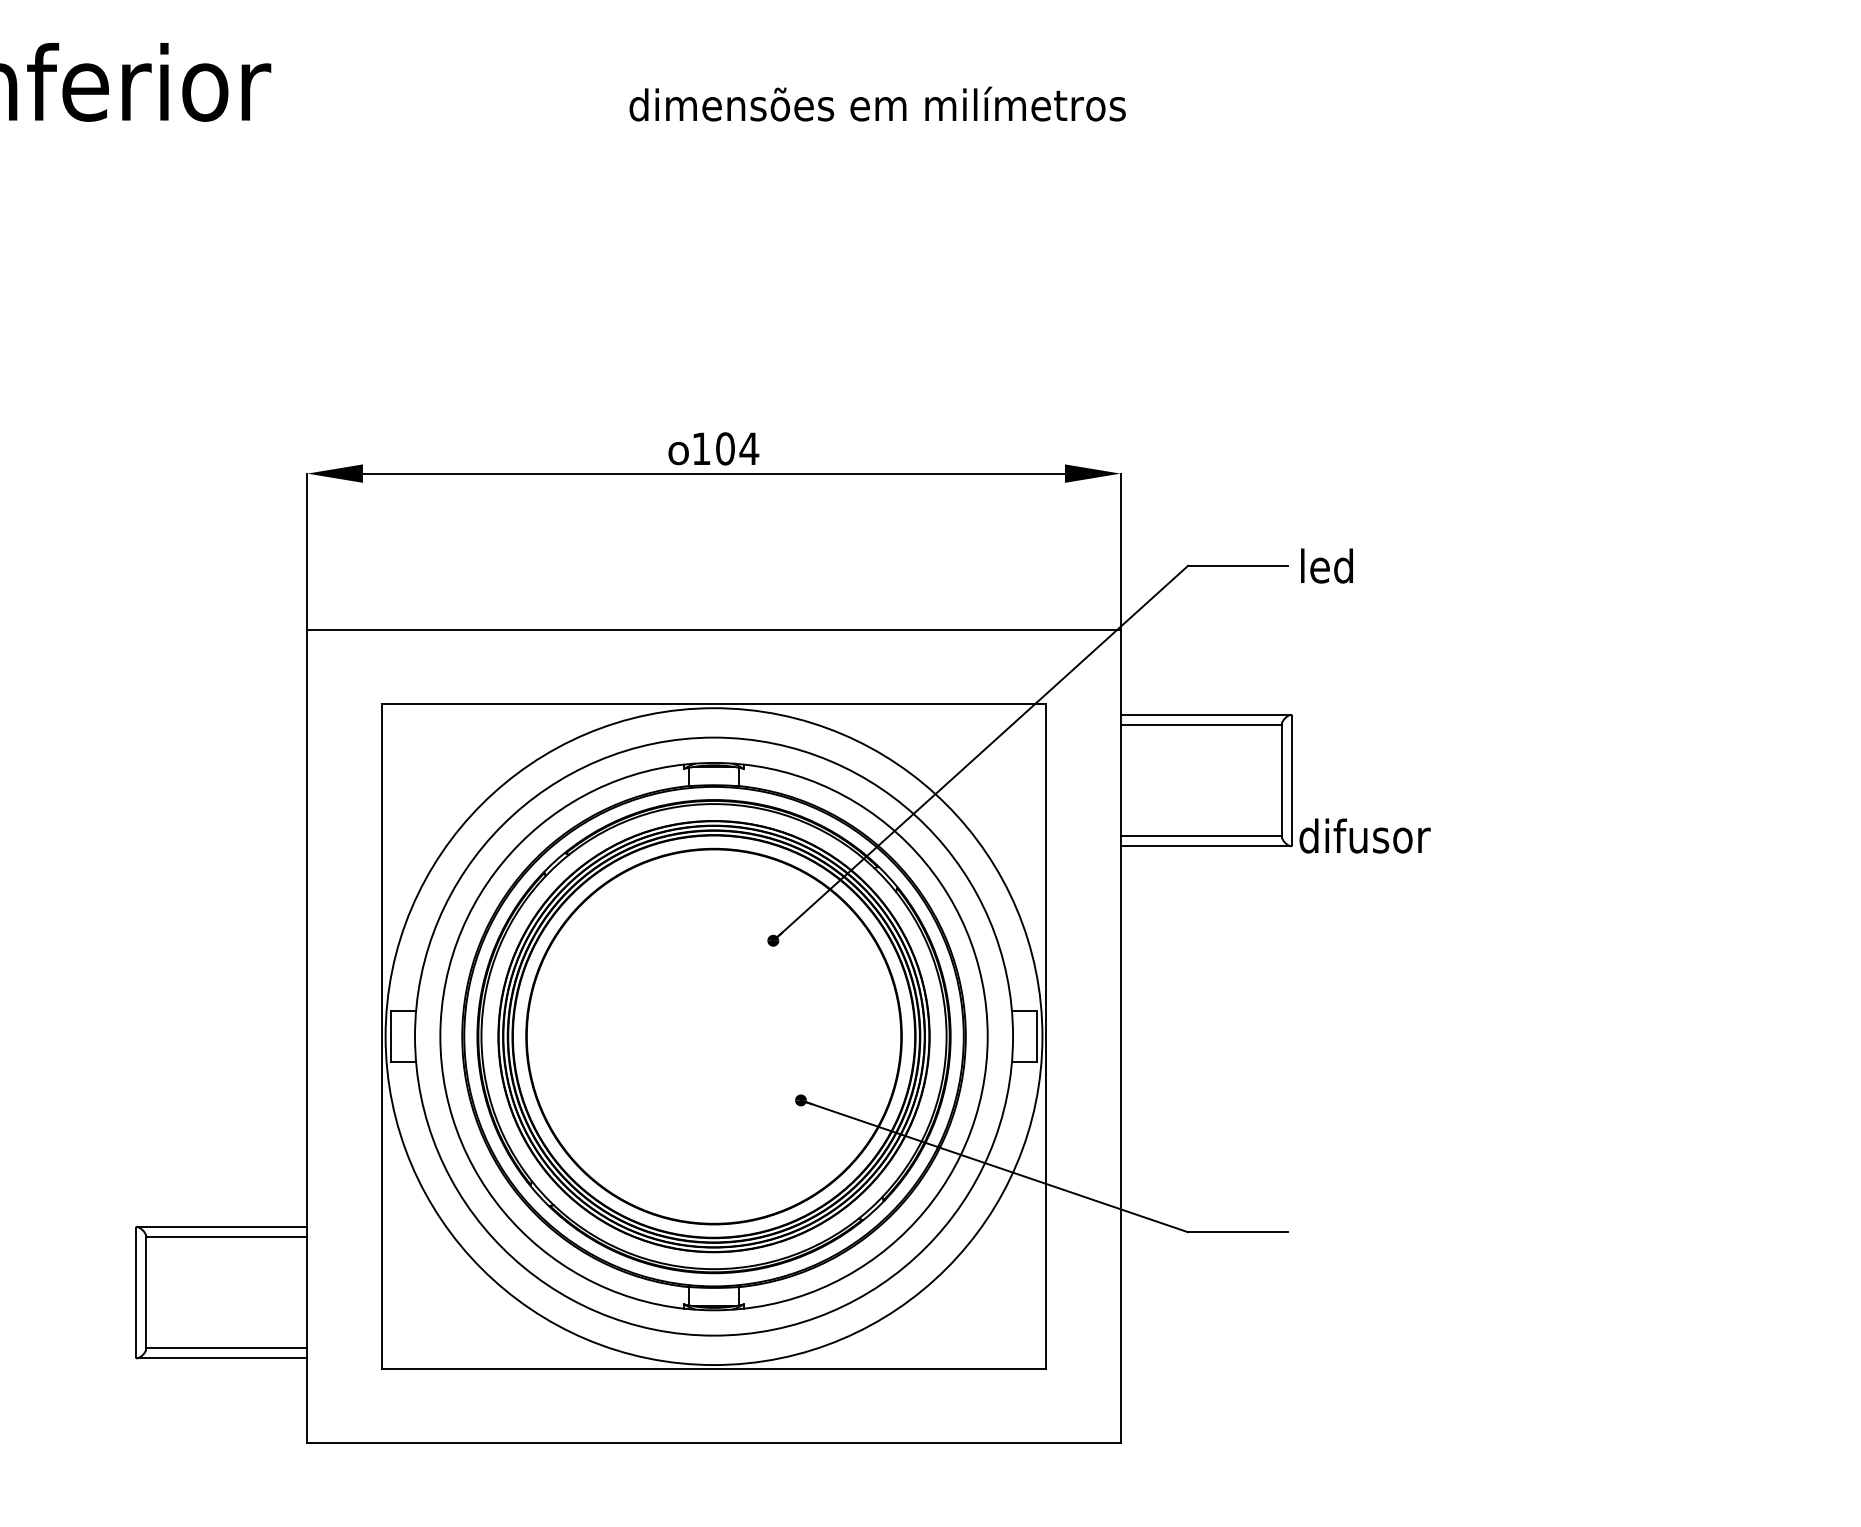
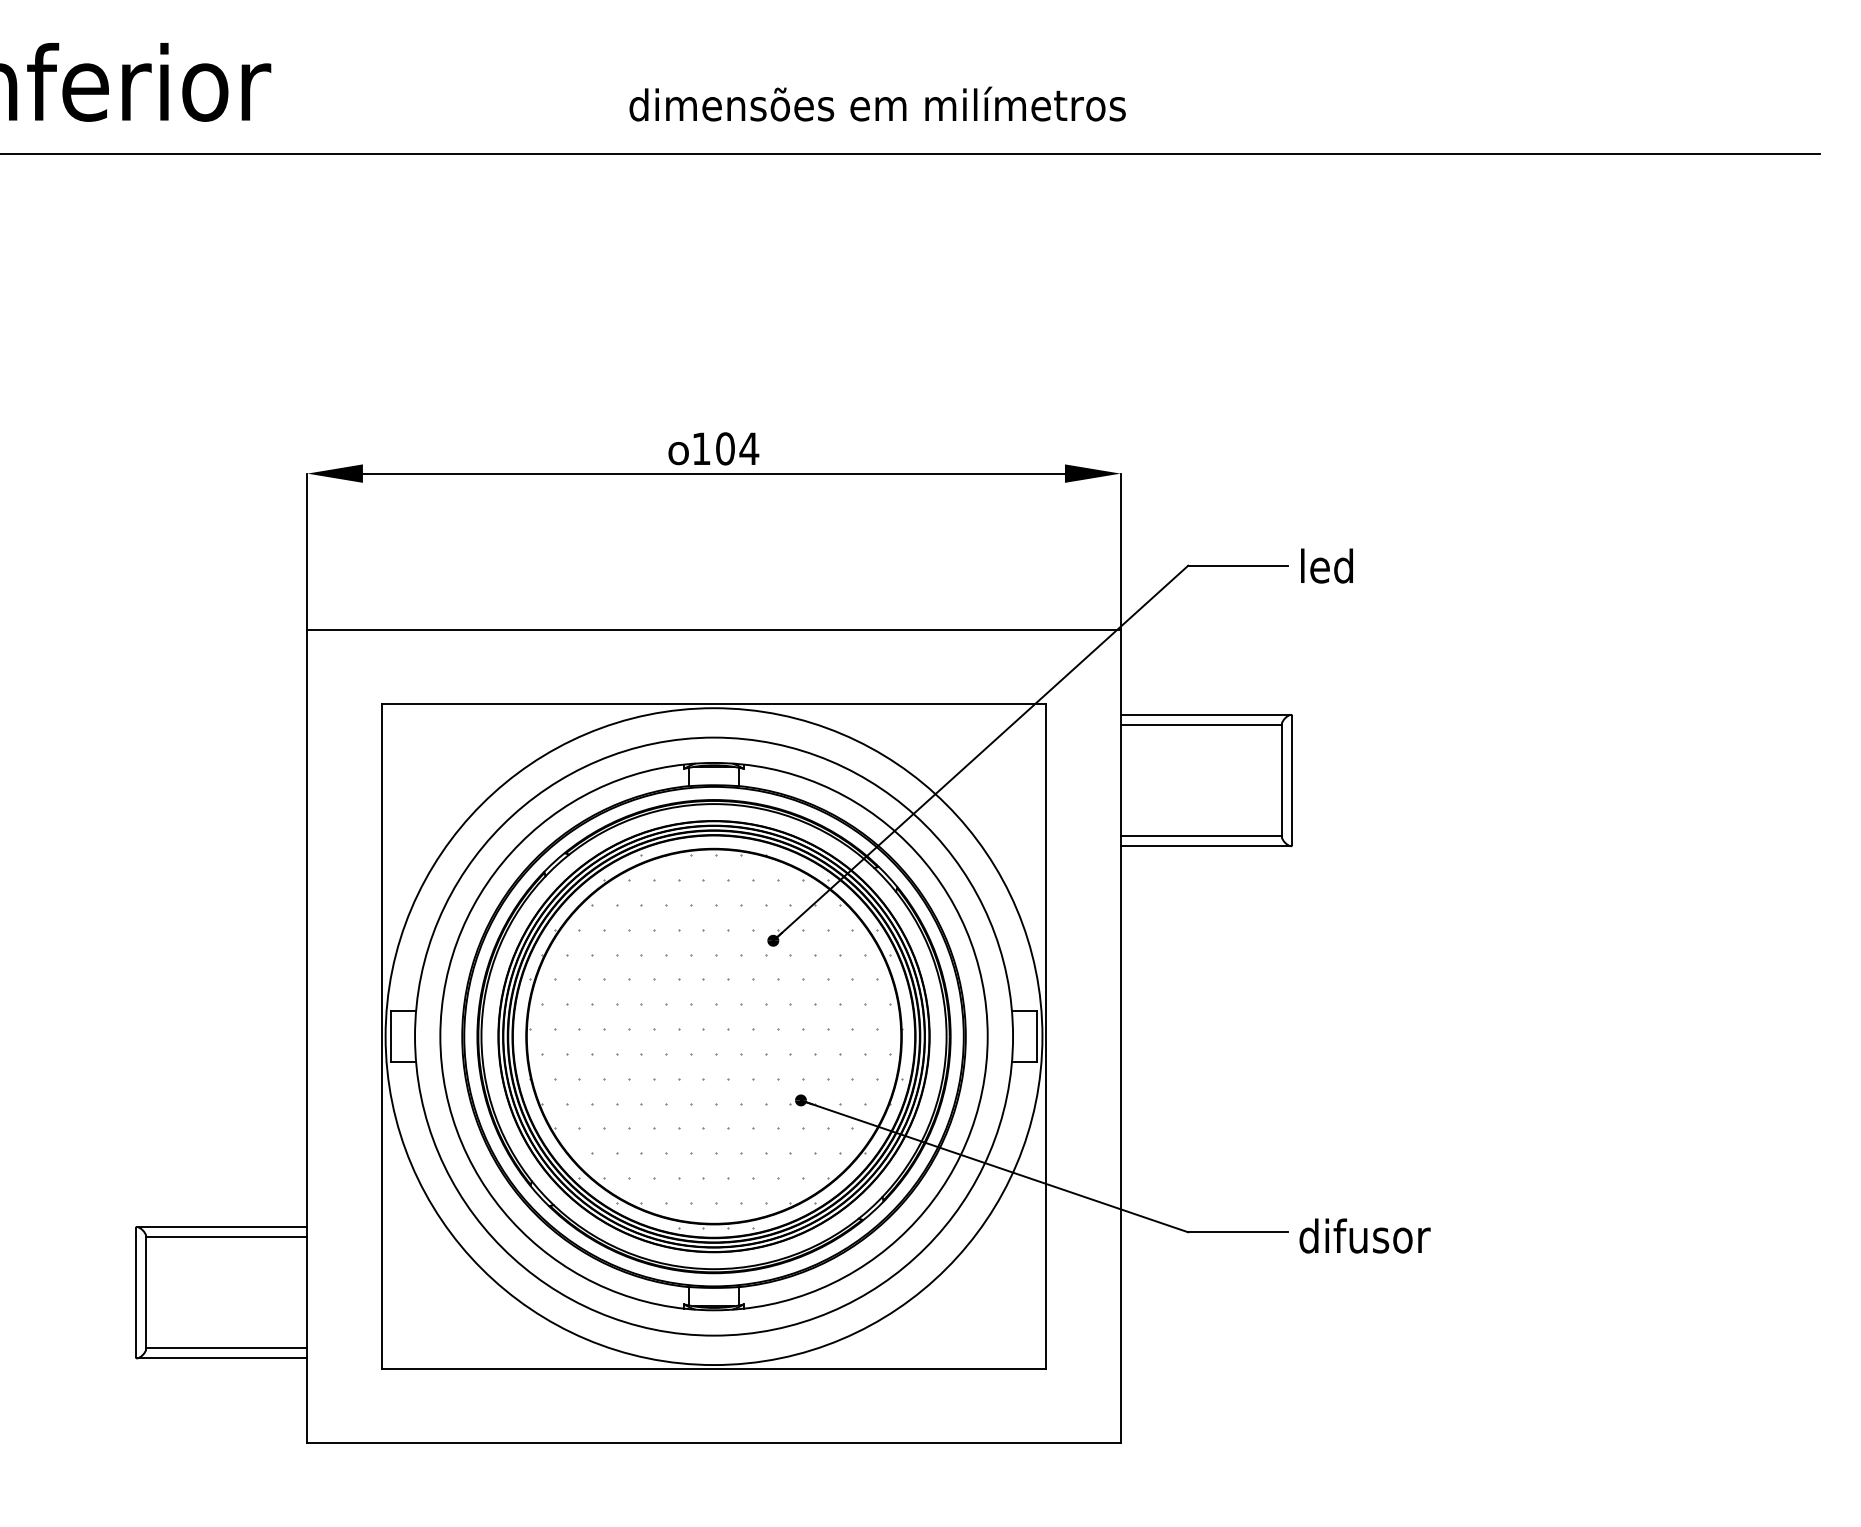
line at (910, 154): none -> present
text at (1364, 835) position: (1364, 835) -> (1364, 1235)
hatch at (715, 1041): none -> present
